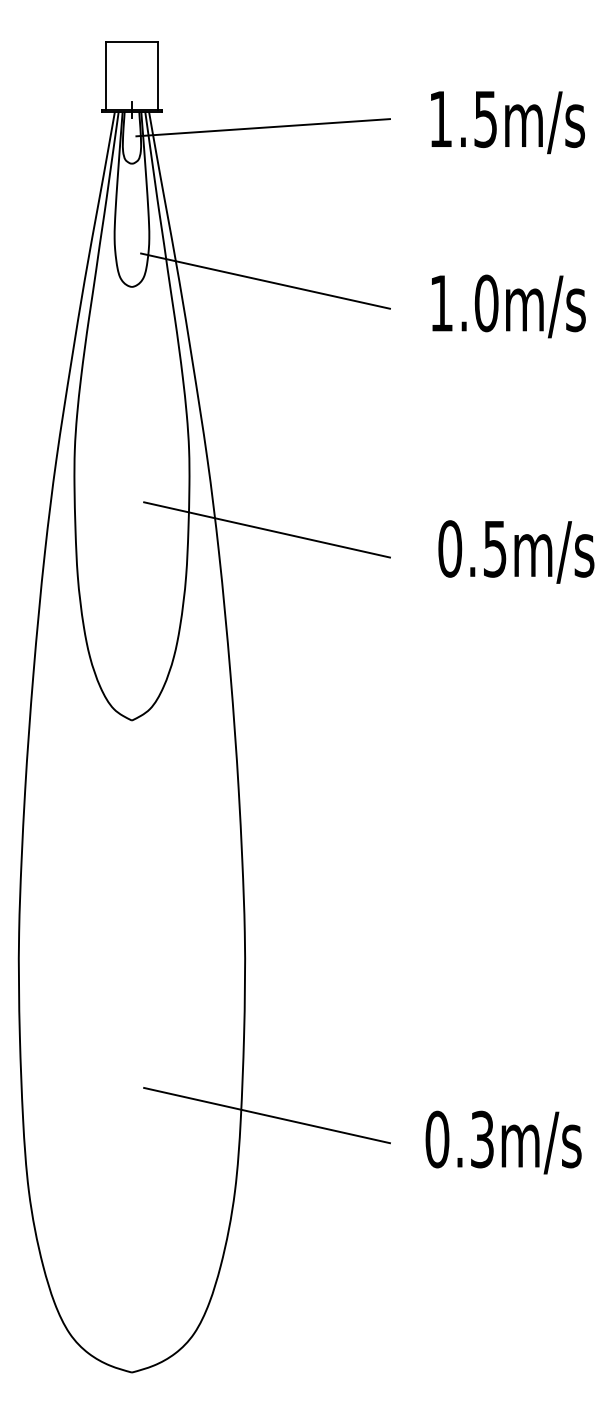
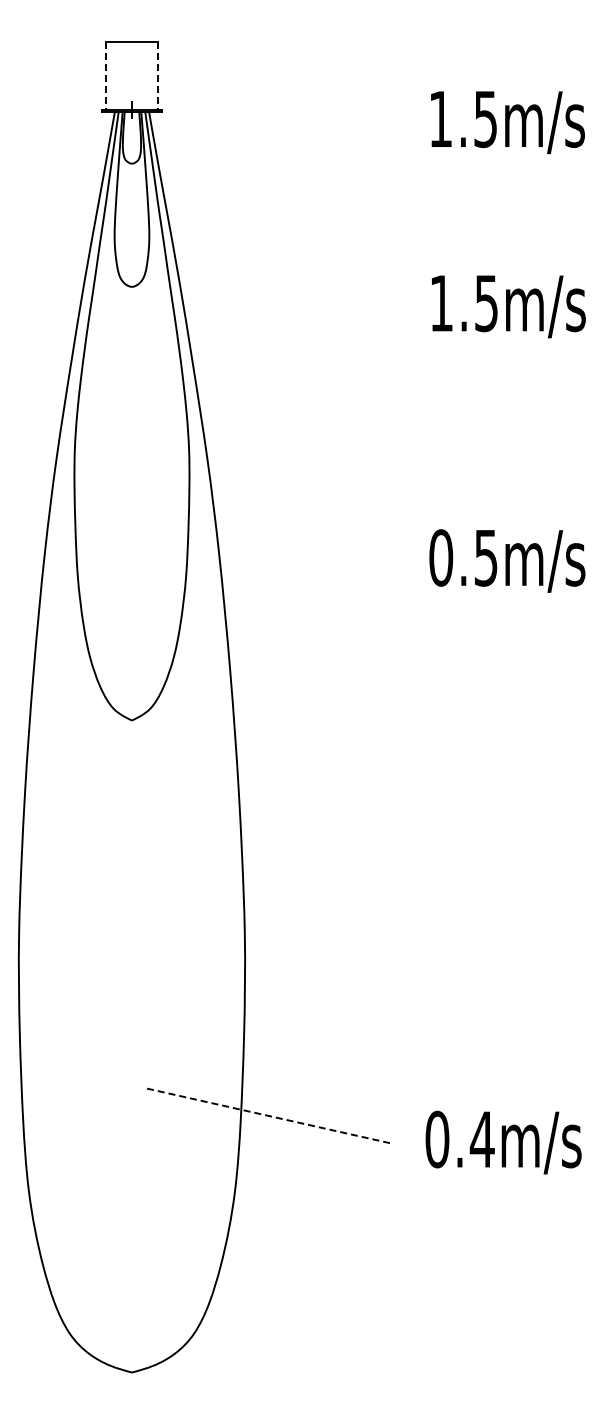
line at (105, 76): solid -> dashed
line at (158, 76): solid -> dashed
line at (262, 127): present -> none
line at (265, 280): present -> none
text at (486, 303): 1.0m/s -> 1.5m/s
line at (266, 529): present -> none
text at (516, 551) position: (516, 551) -> (507, 560)
line at (267, 1115): solid -> dashed
text at (481, 1139): 0.3m/s -> 0.4m/s
